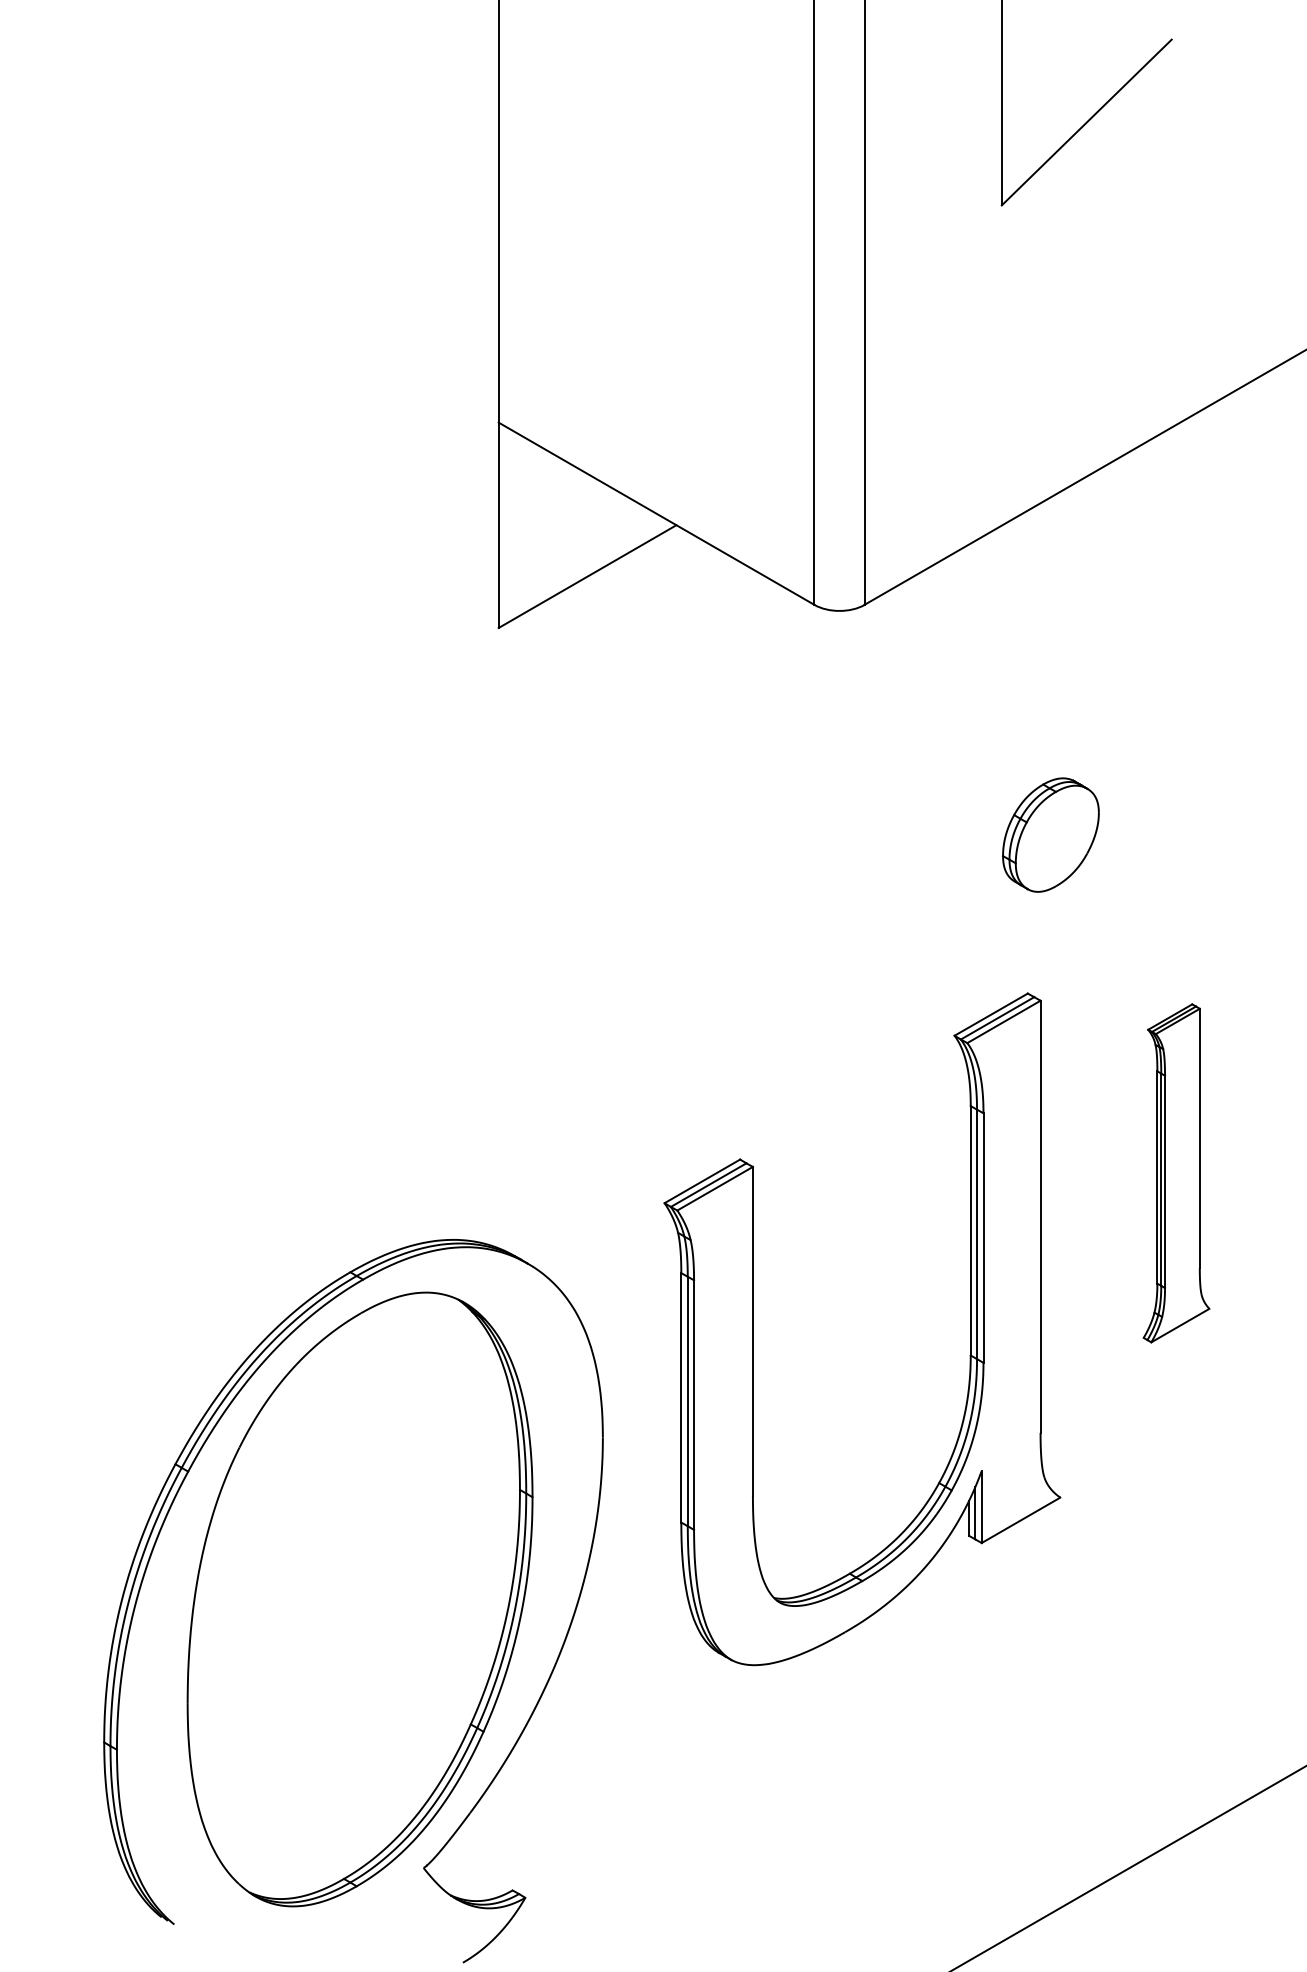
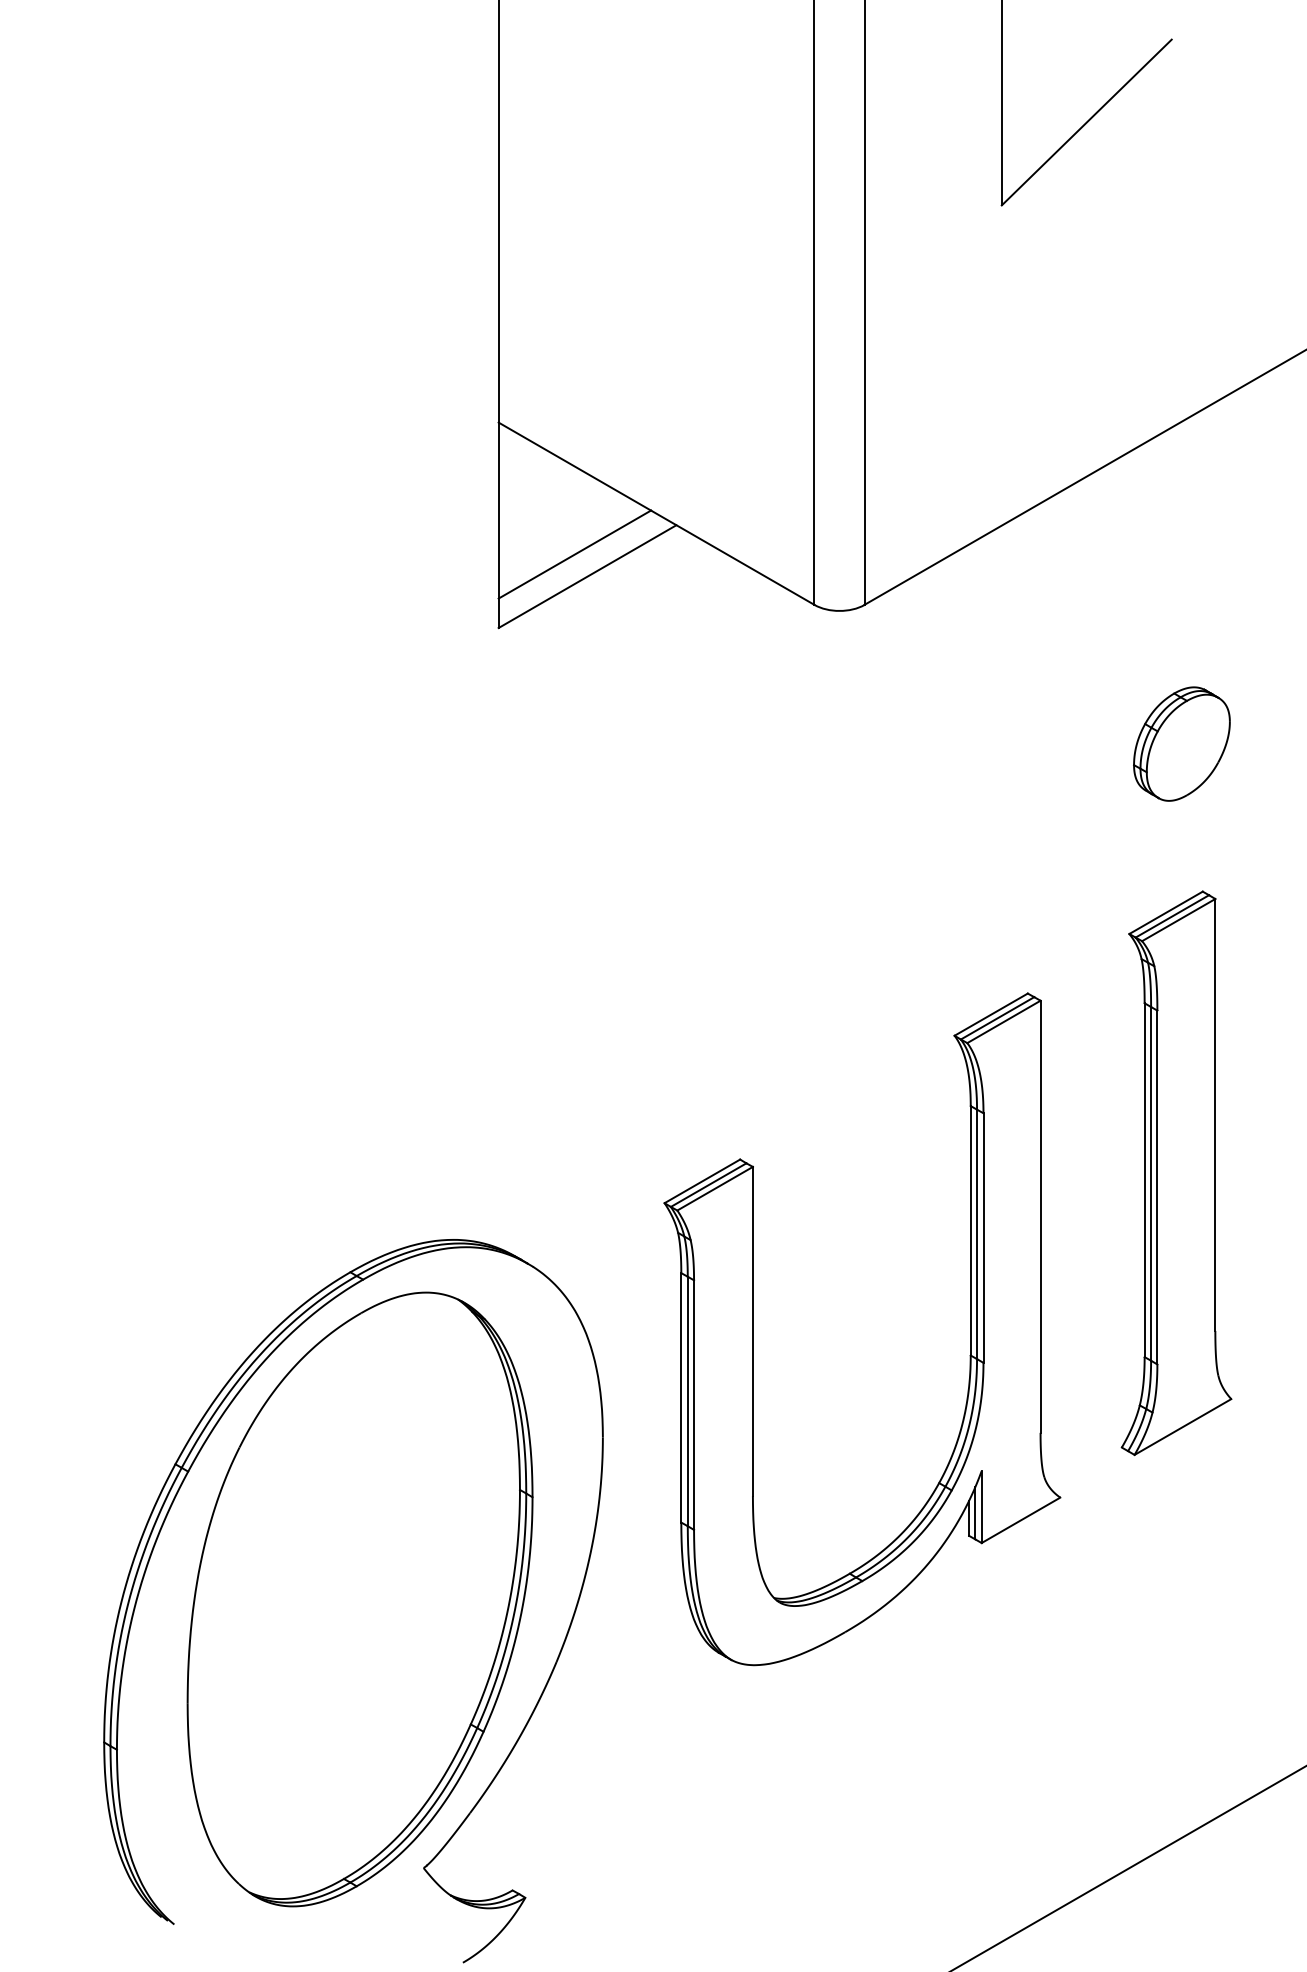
line at (574, 554): none -> present
part at (1050, 834) position: (1050, 834) -> (1181, 743)
part at (1176, 1173) size: 69x341 px -> 113x567 px
